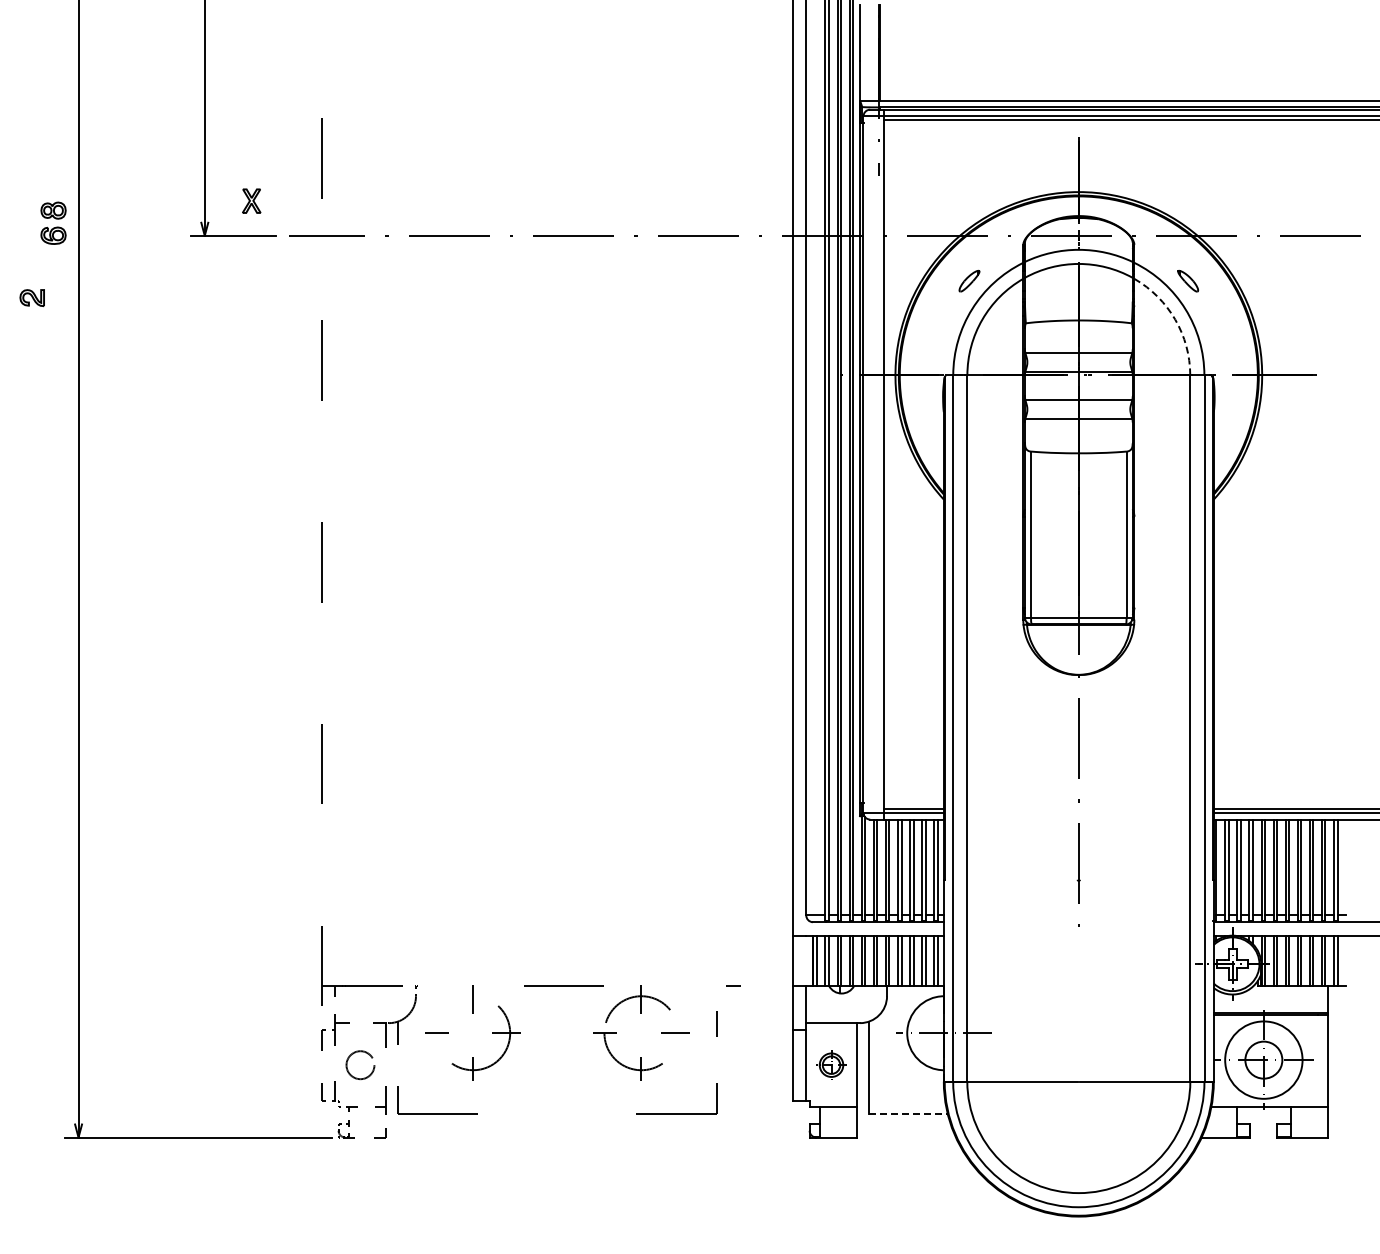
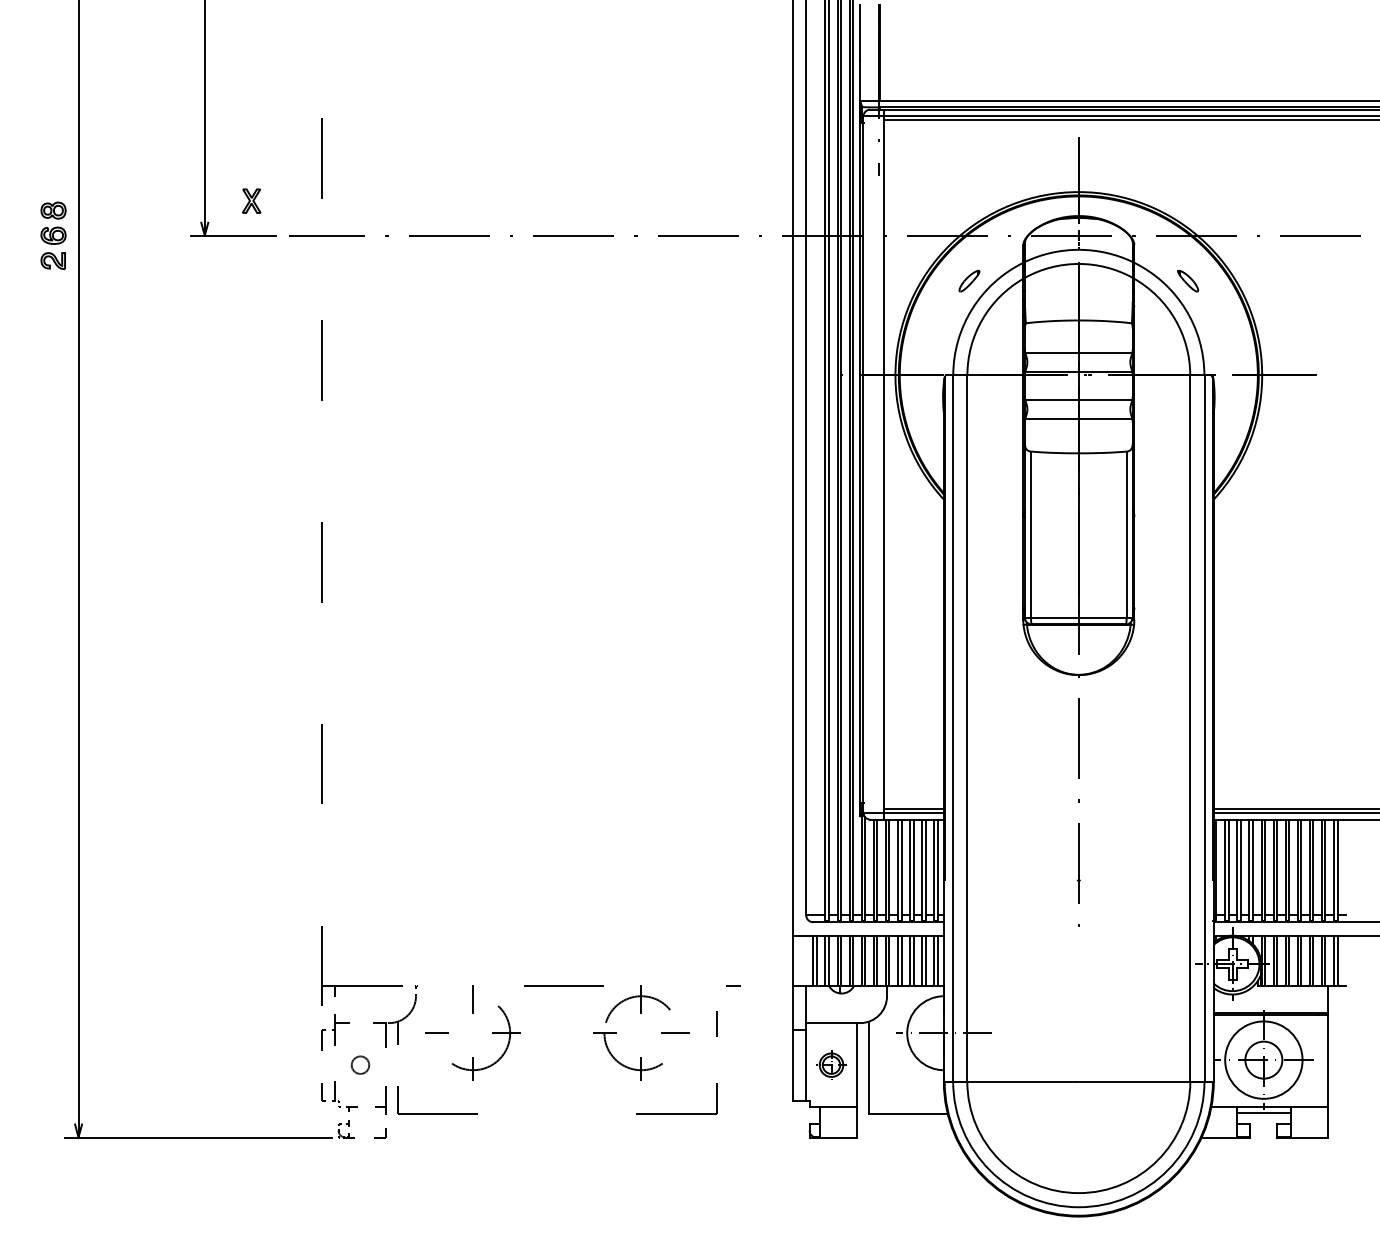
part at (31, 297) position: (31, 297) -> (52, 260)
arc at (1175, 319): dashed -> solid
circle at (360, 1065) diameter: 28 px -> 17 px
line at (908, 1113): dashed -> solid
line at (1263, 1113): none -> present
